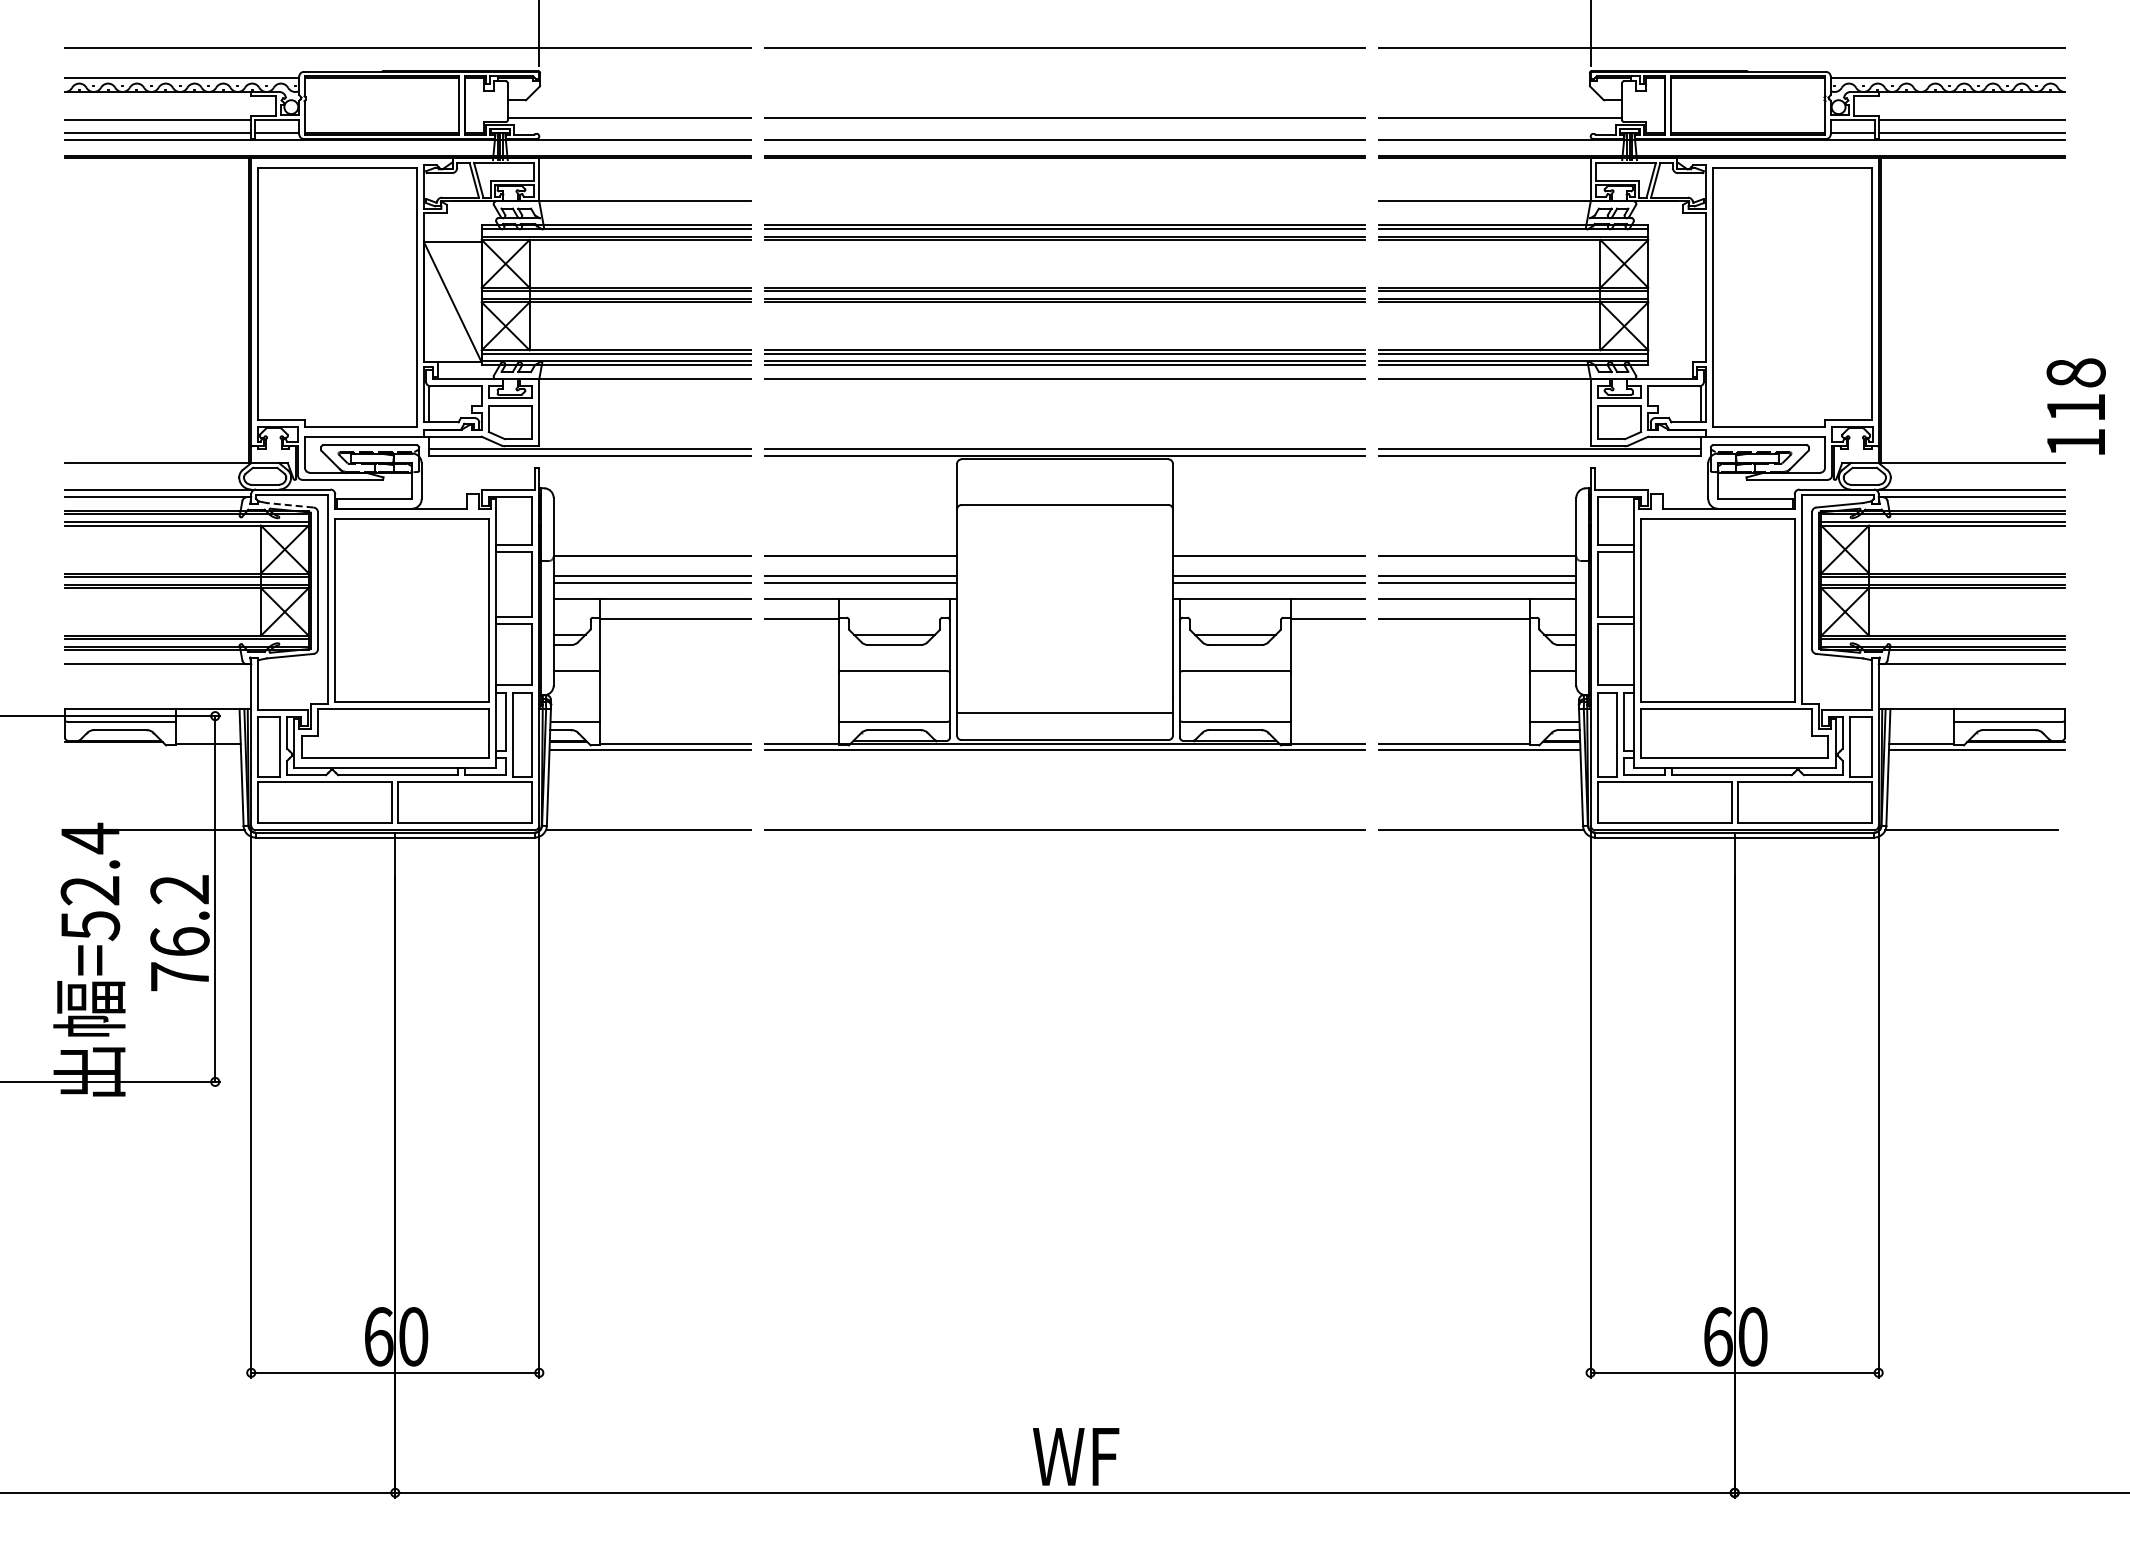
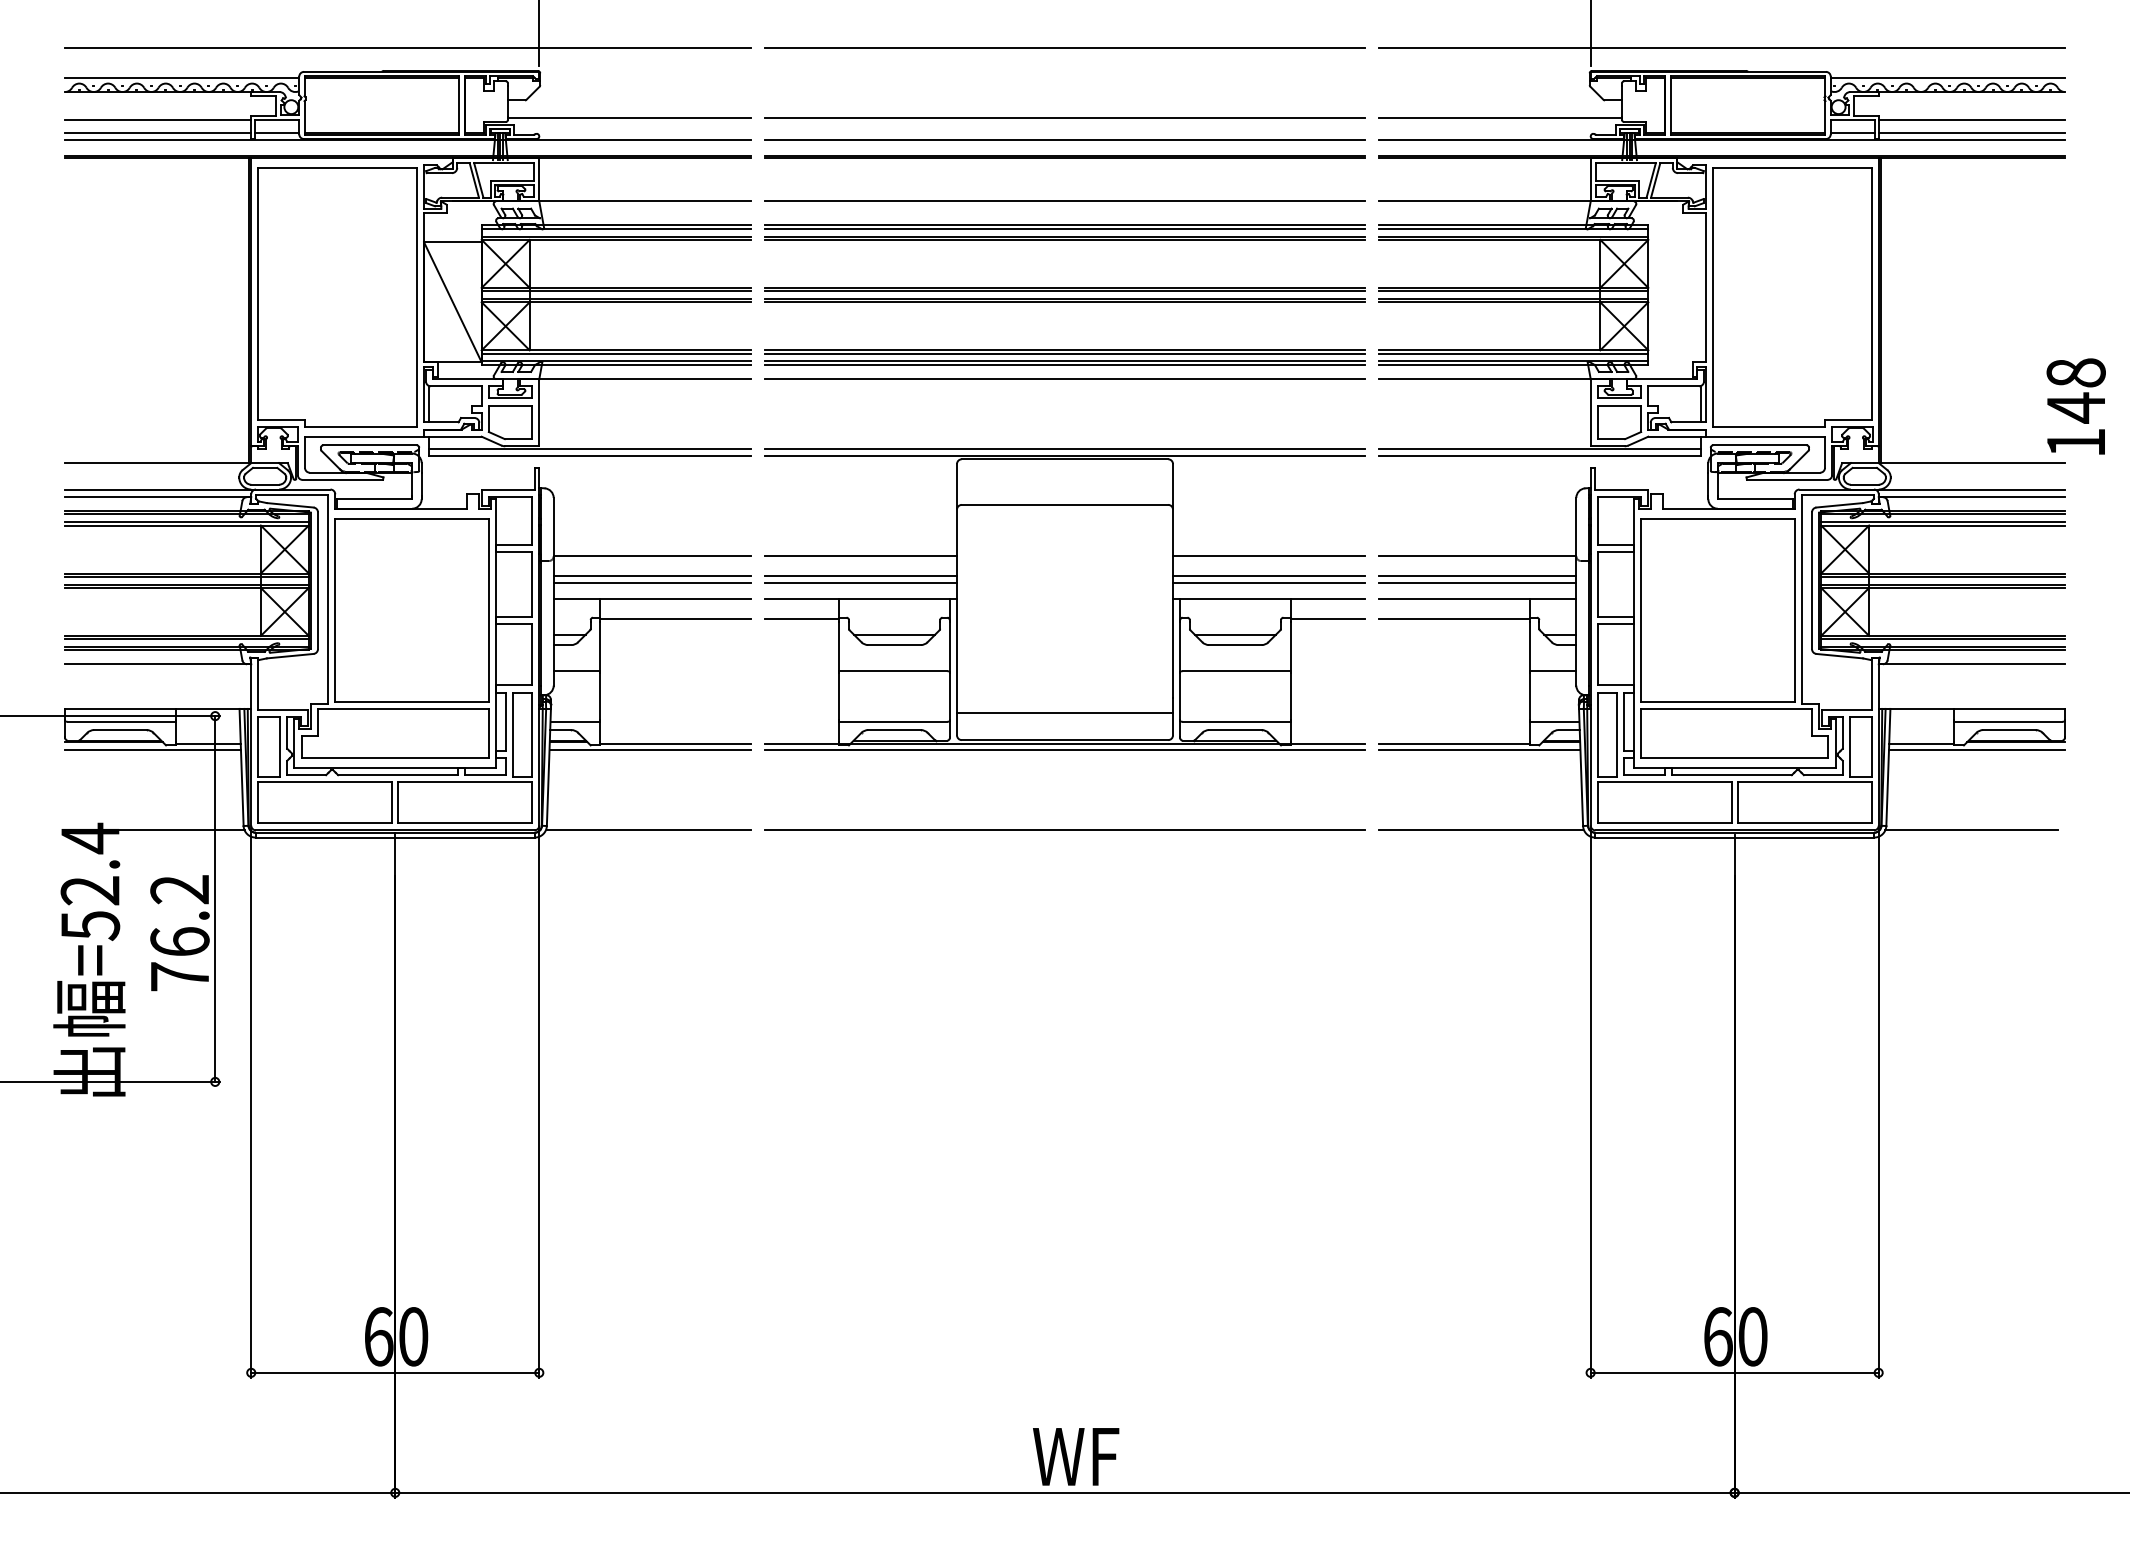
line at (1064, 200): none -> present
text at (2075, 407): 118 -> 148
line at (289, 505): dashed -> solid
line at (152, 749): none -> present
